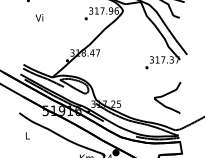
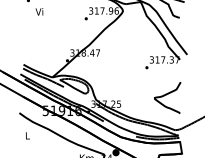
text at (39, 17) position: (39, 17) -> (39, 11)
